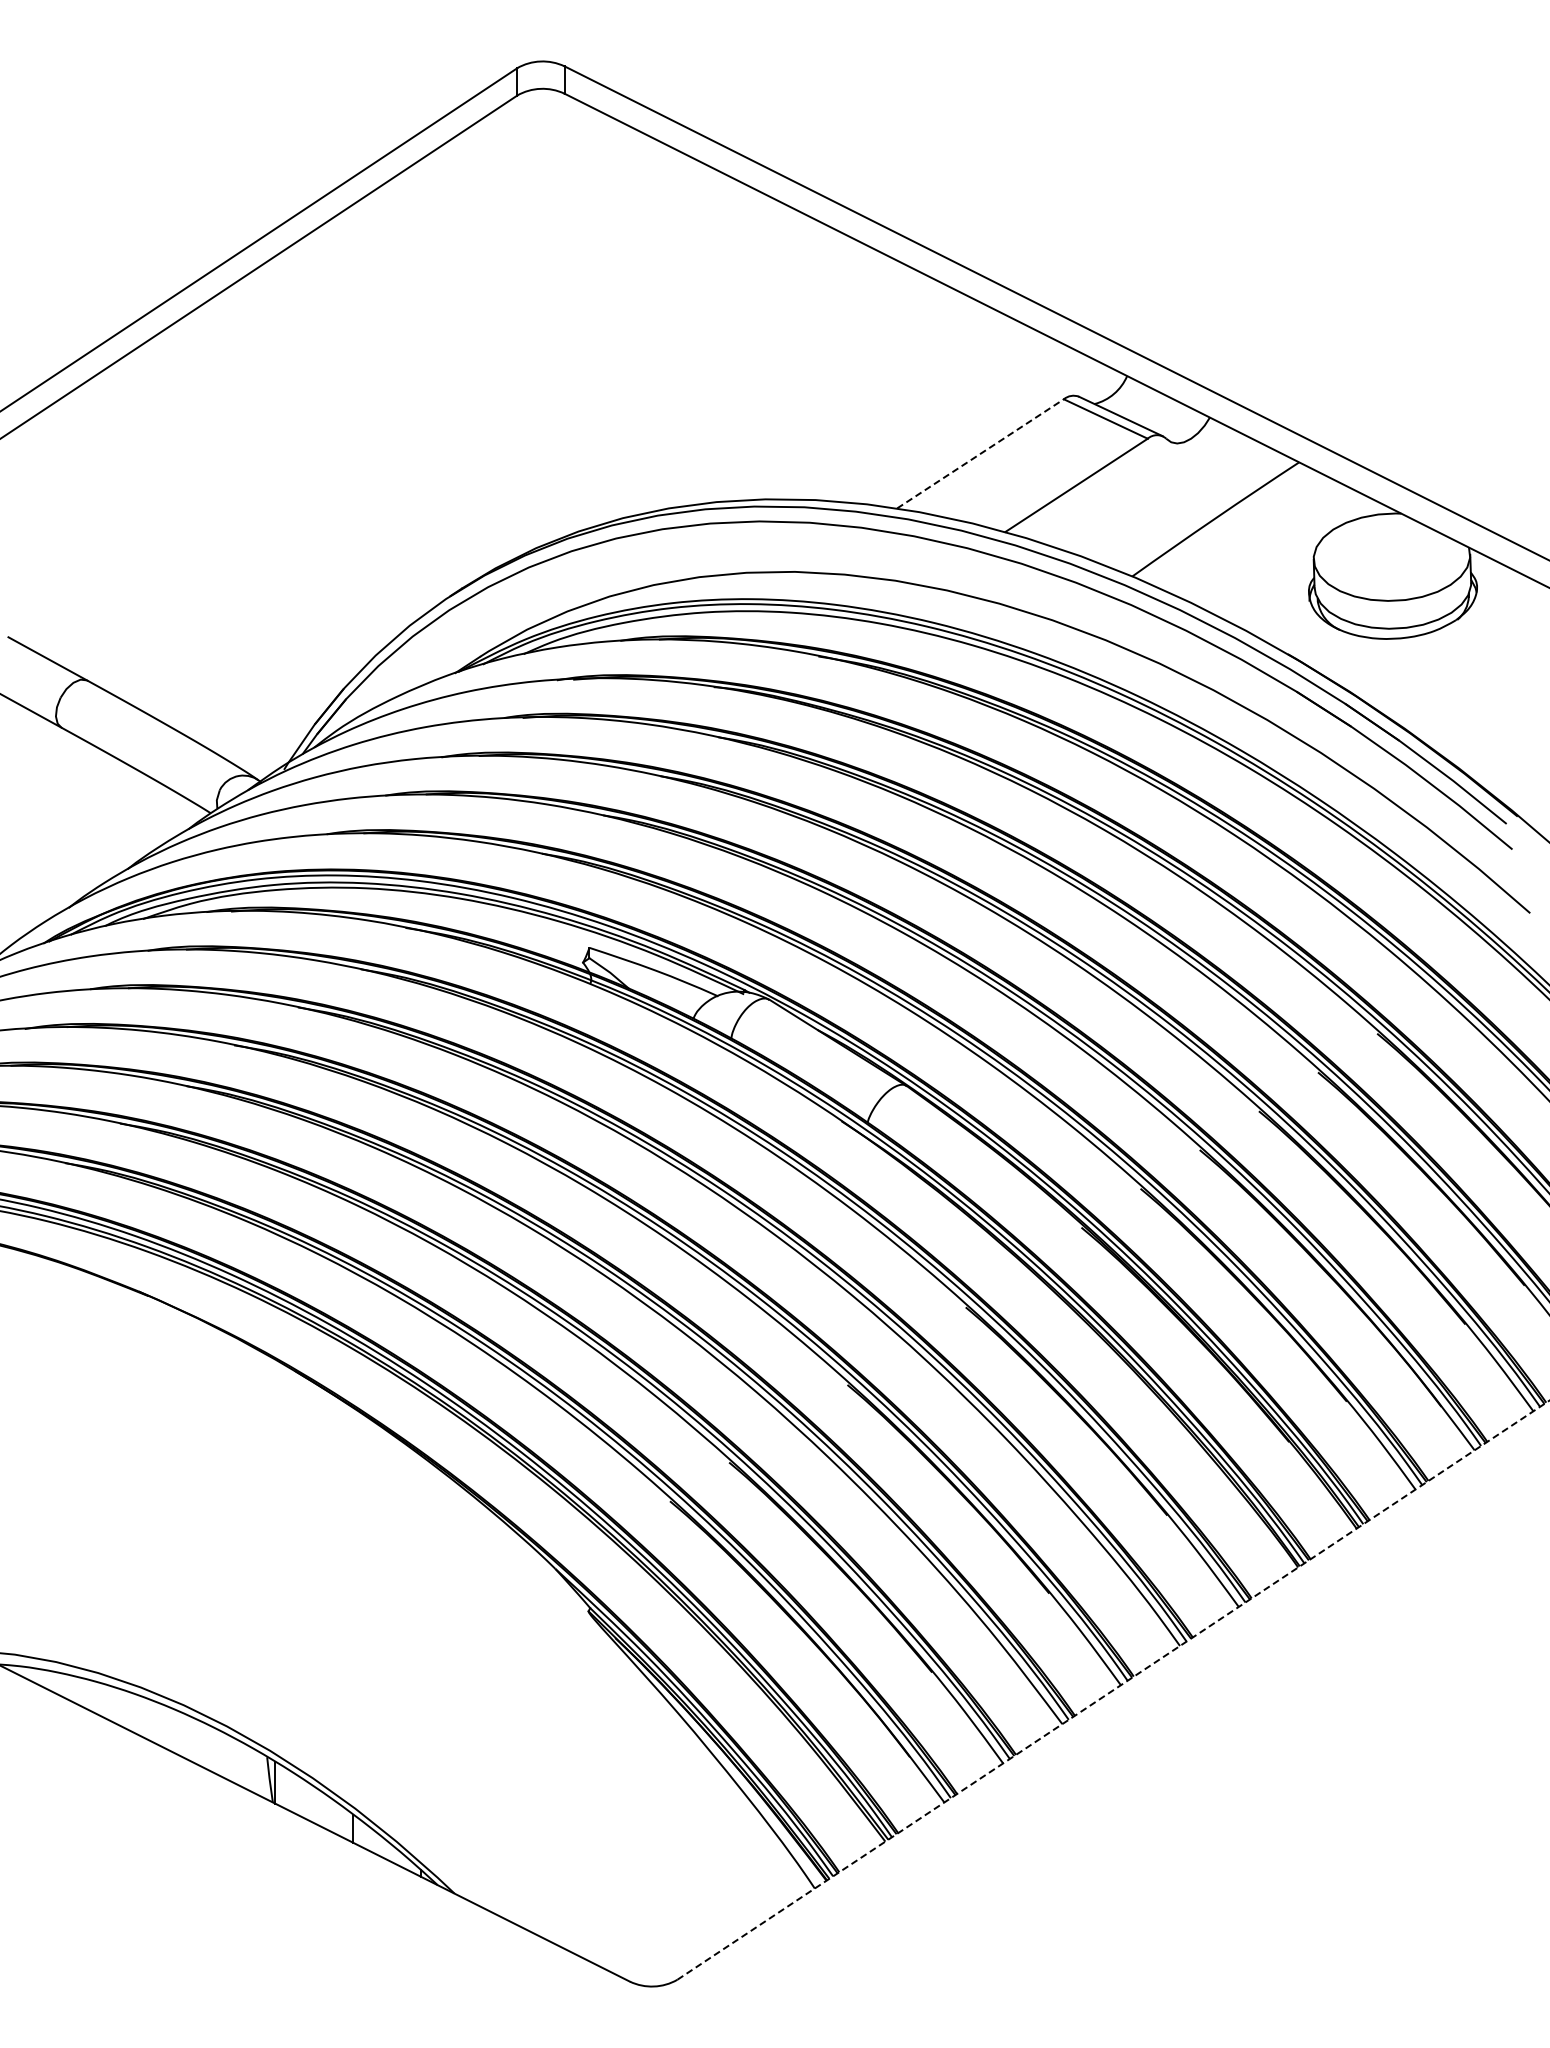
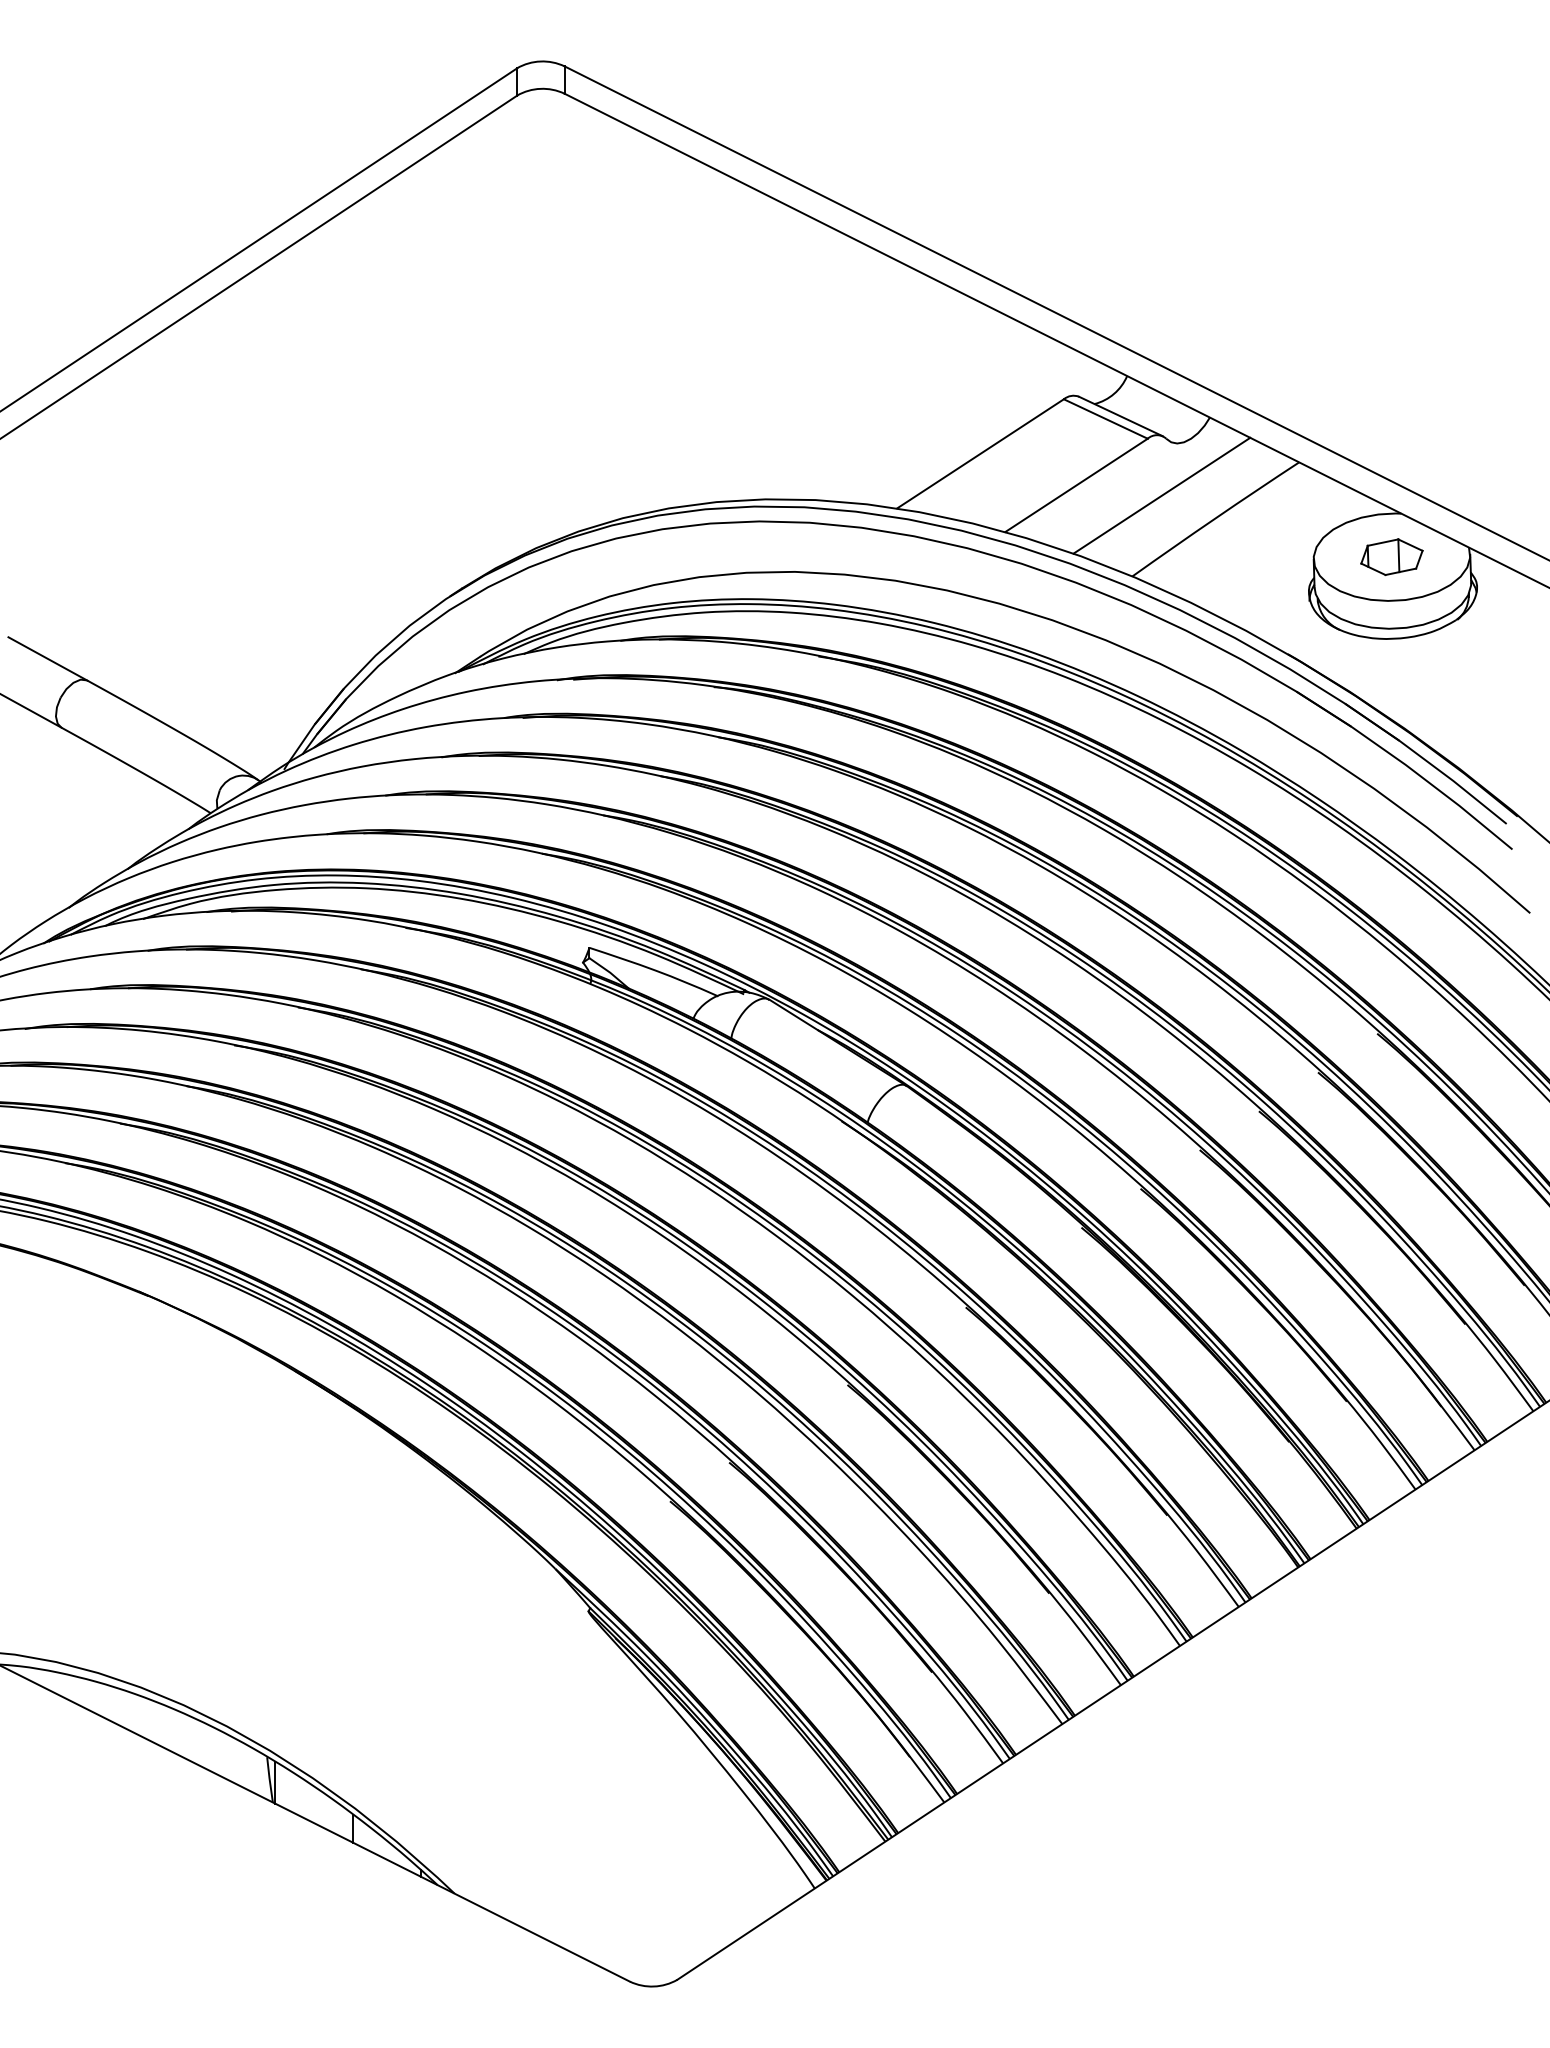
line at (980, 453): dashed -> solid
line at (1161, 495): none -> present
part at (1391, 557): none -> present
line at (1113, 1689): dashed -> solid
